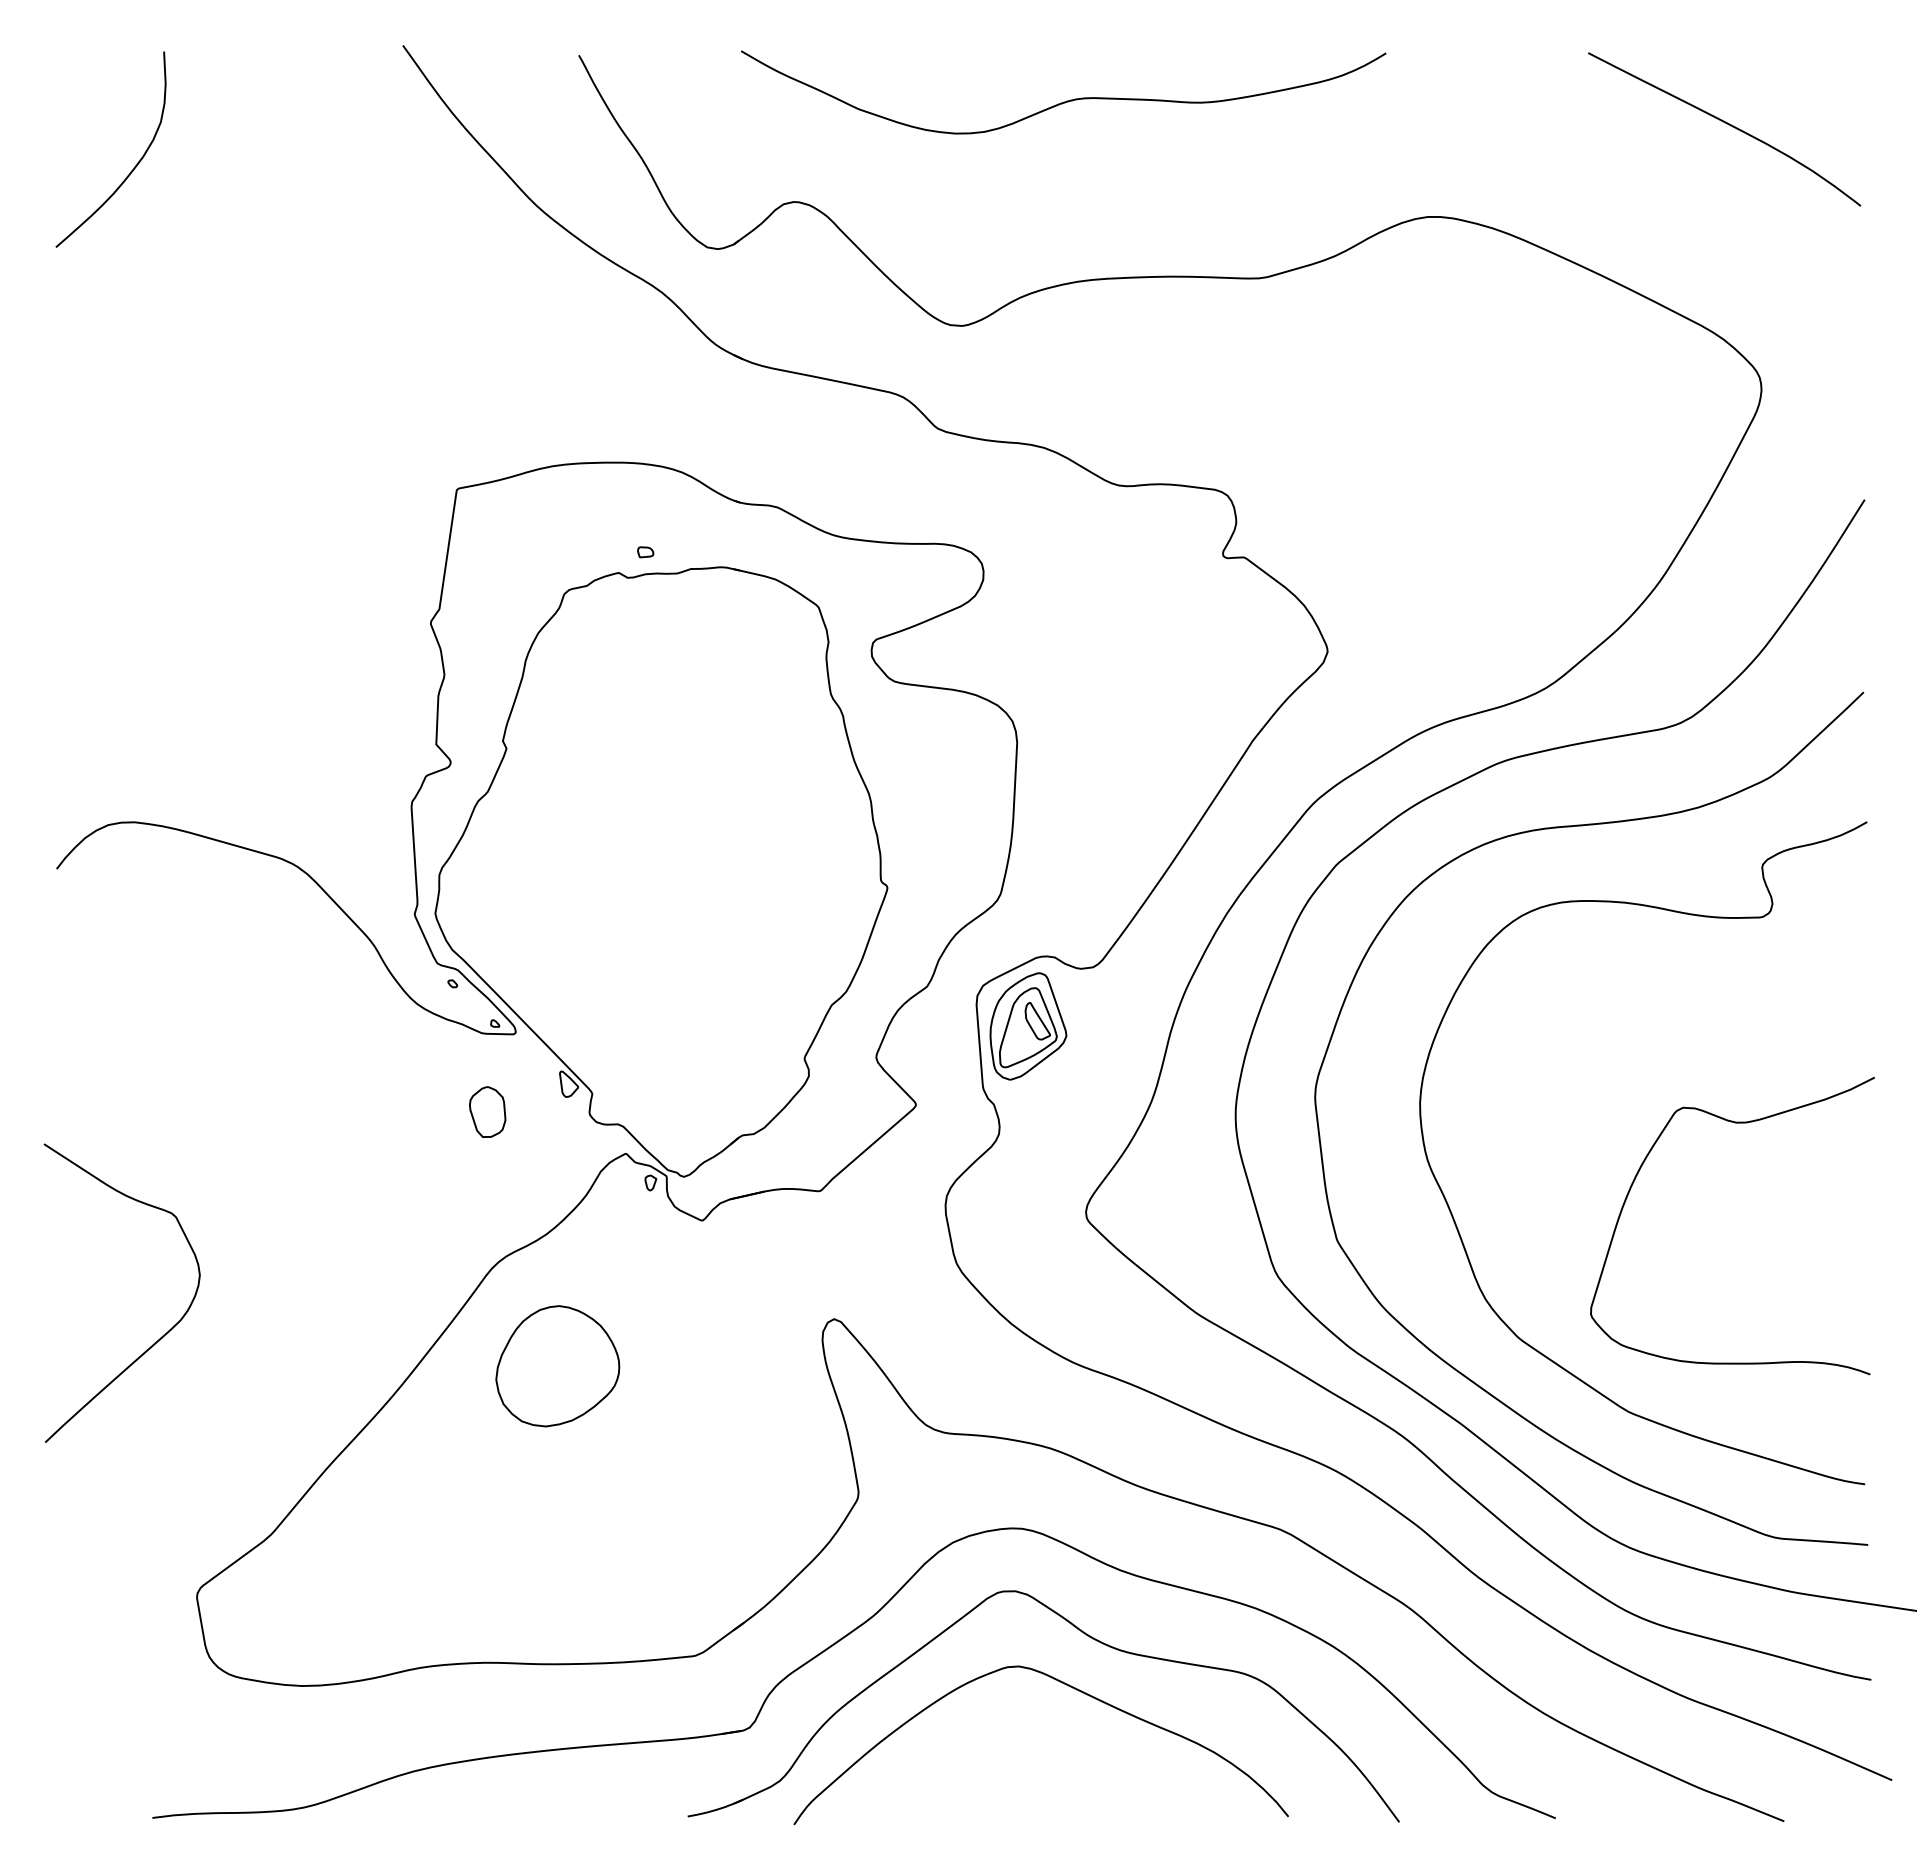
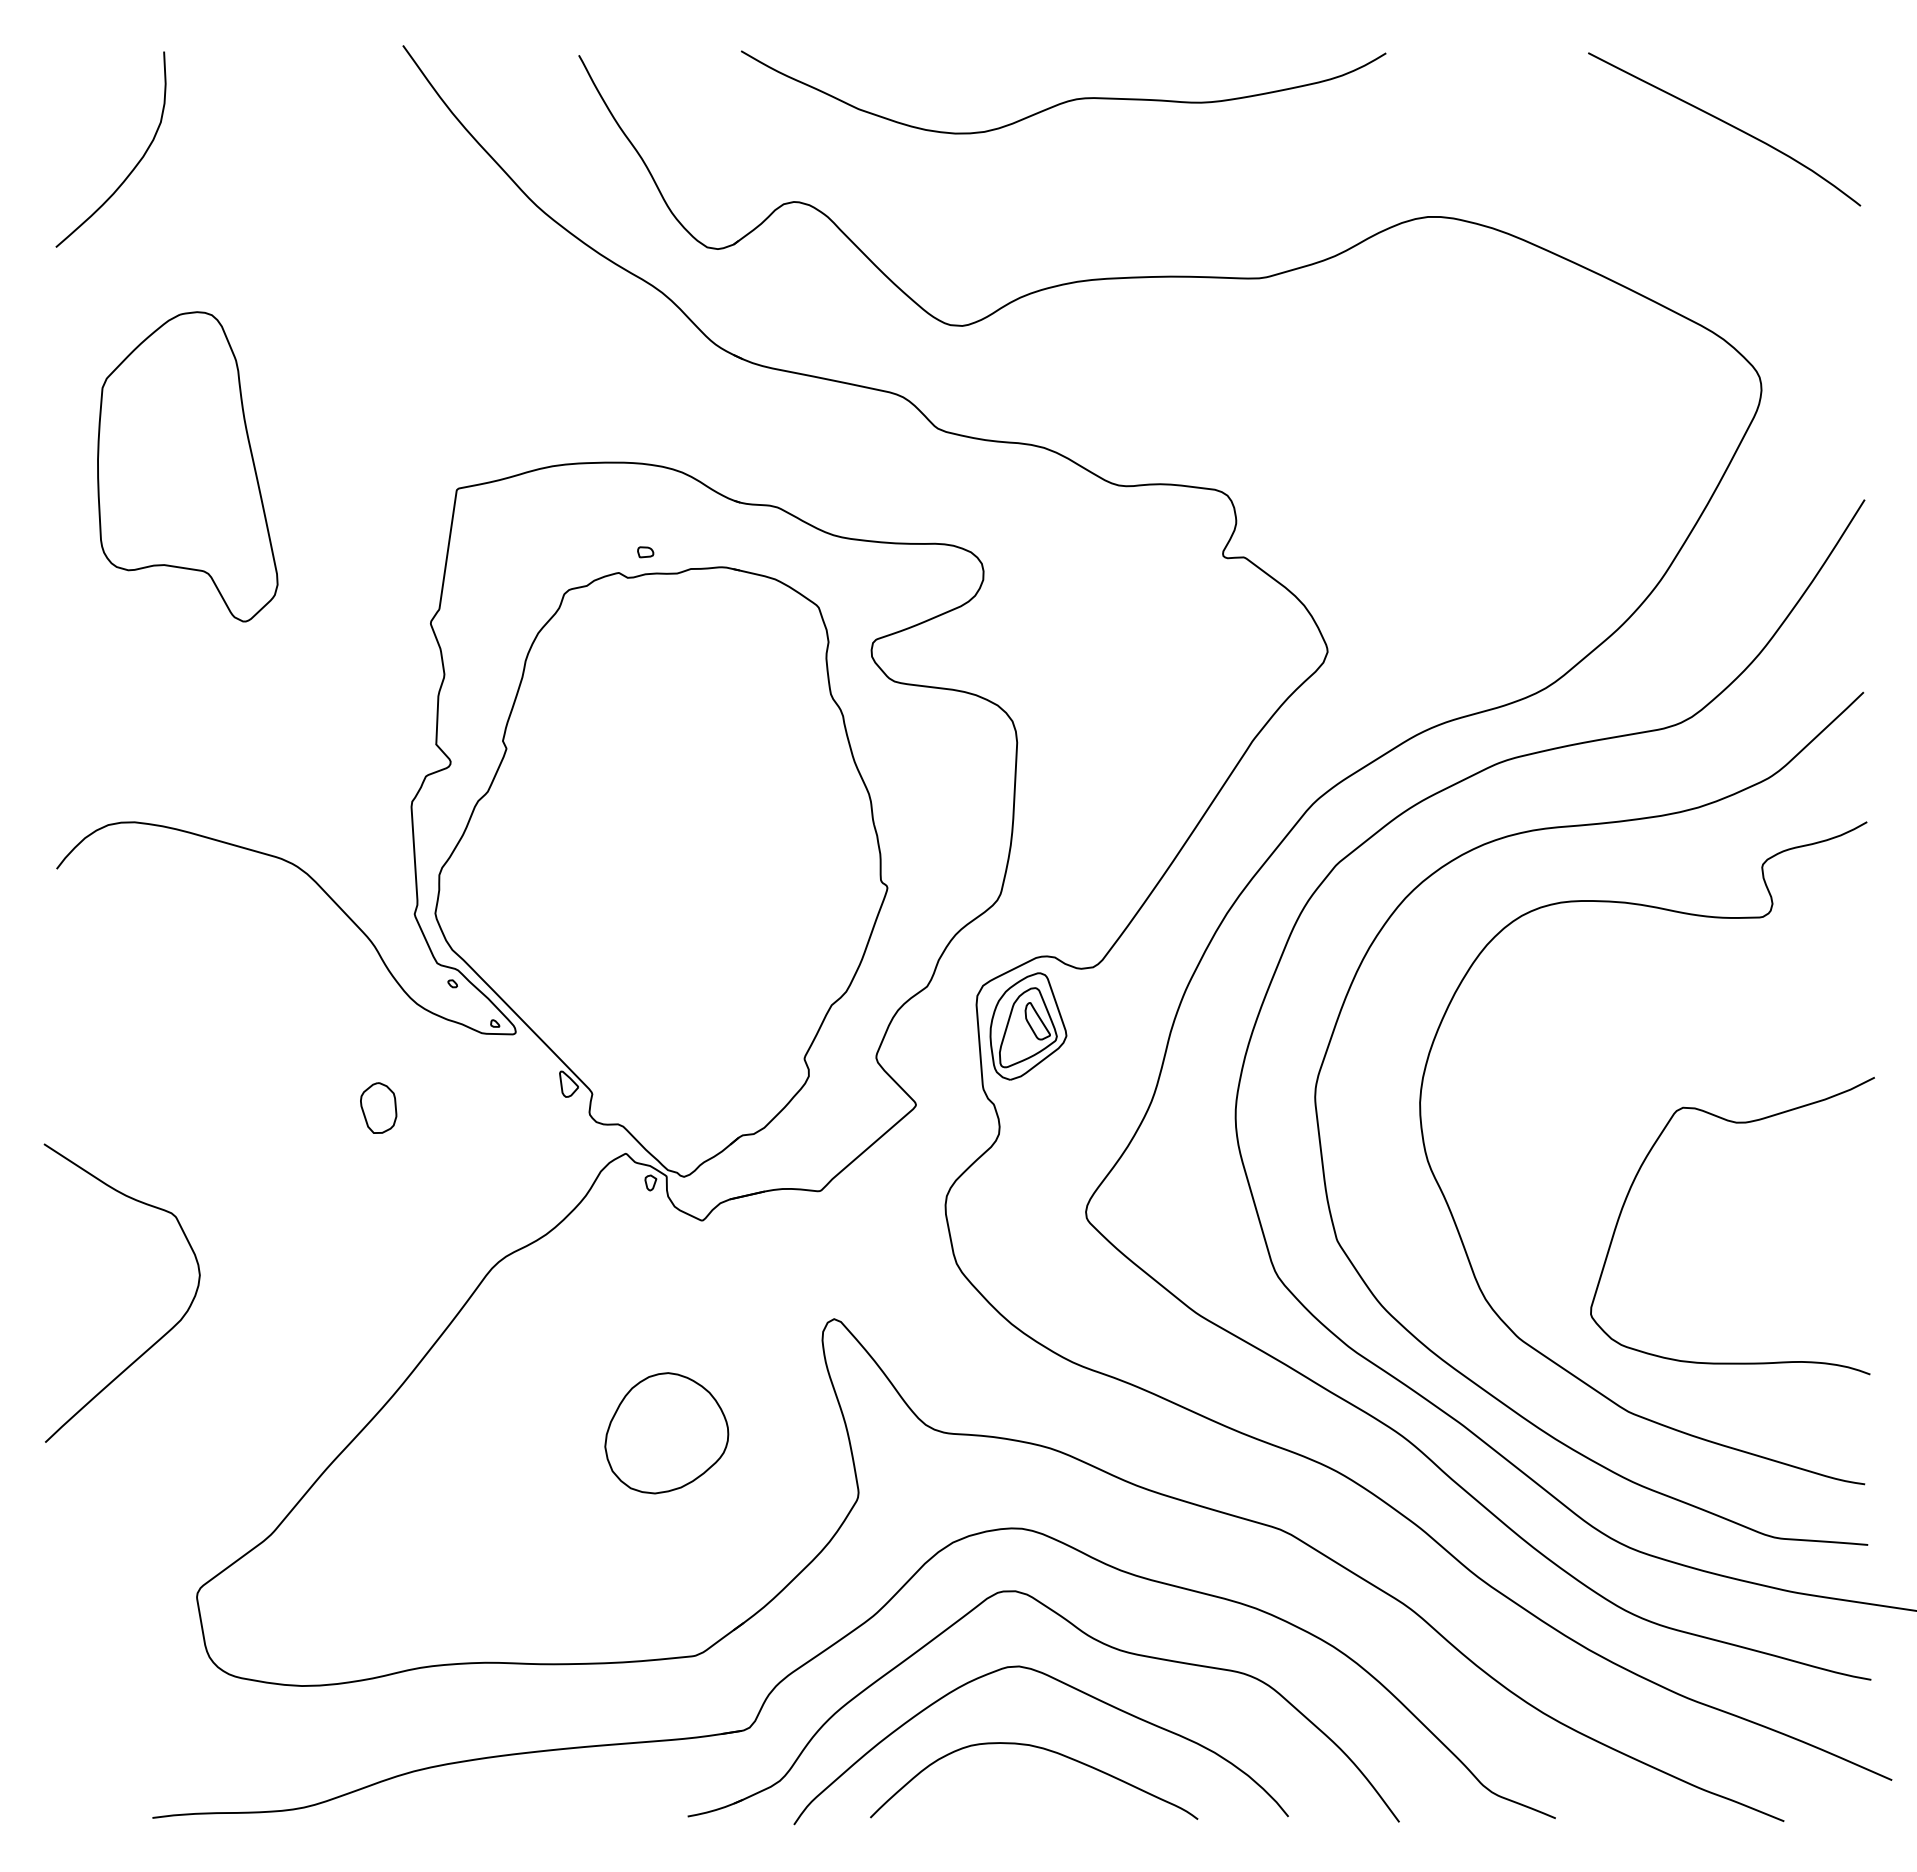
part at (187, 466): none -> present
part at (487, 1111) position: (487, 1111) -> (378, 1107)
part at (557, 1366) position: (557, 1366) -> (666, 1433)
curve at (1045, 1750): none -> present
